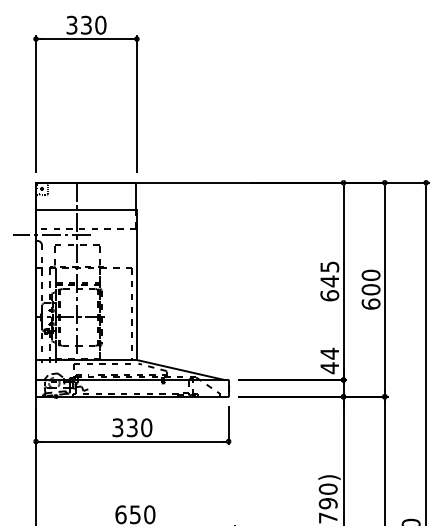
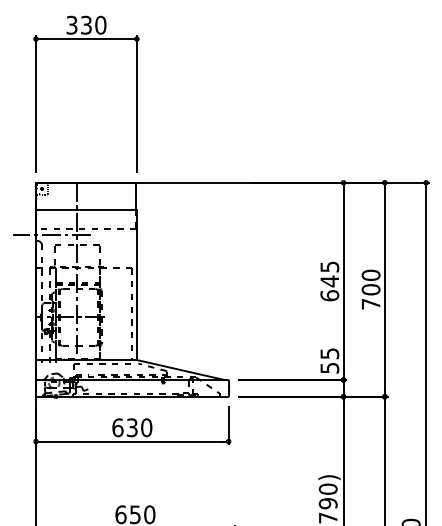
text at (370, 303): 600 -> 700
text at (329, 360): 44 -> 55
text at (117, 427): 330 -> 630
